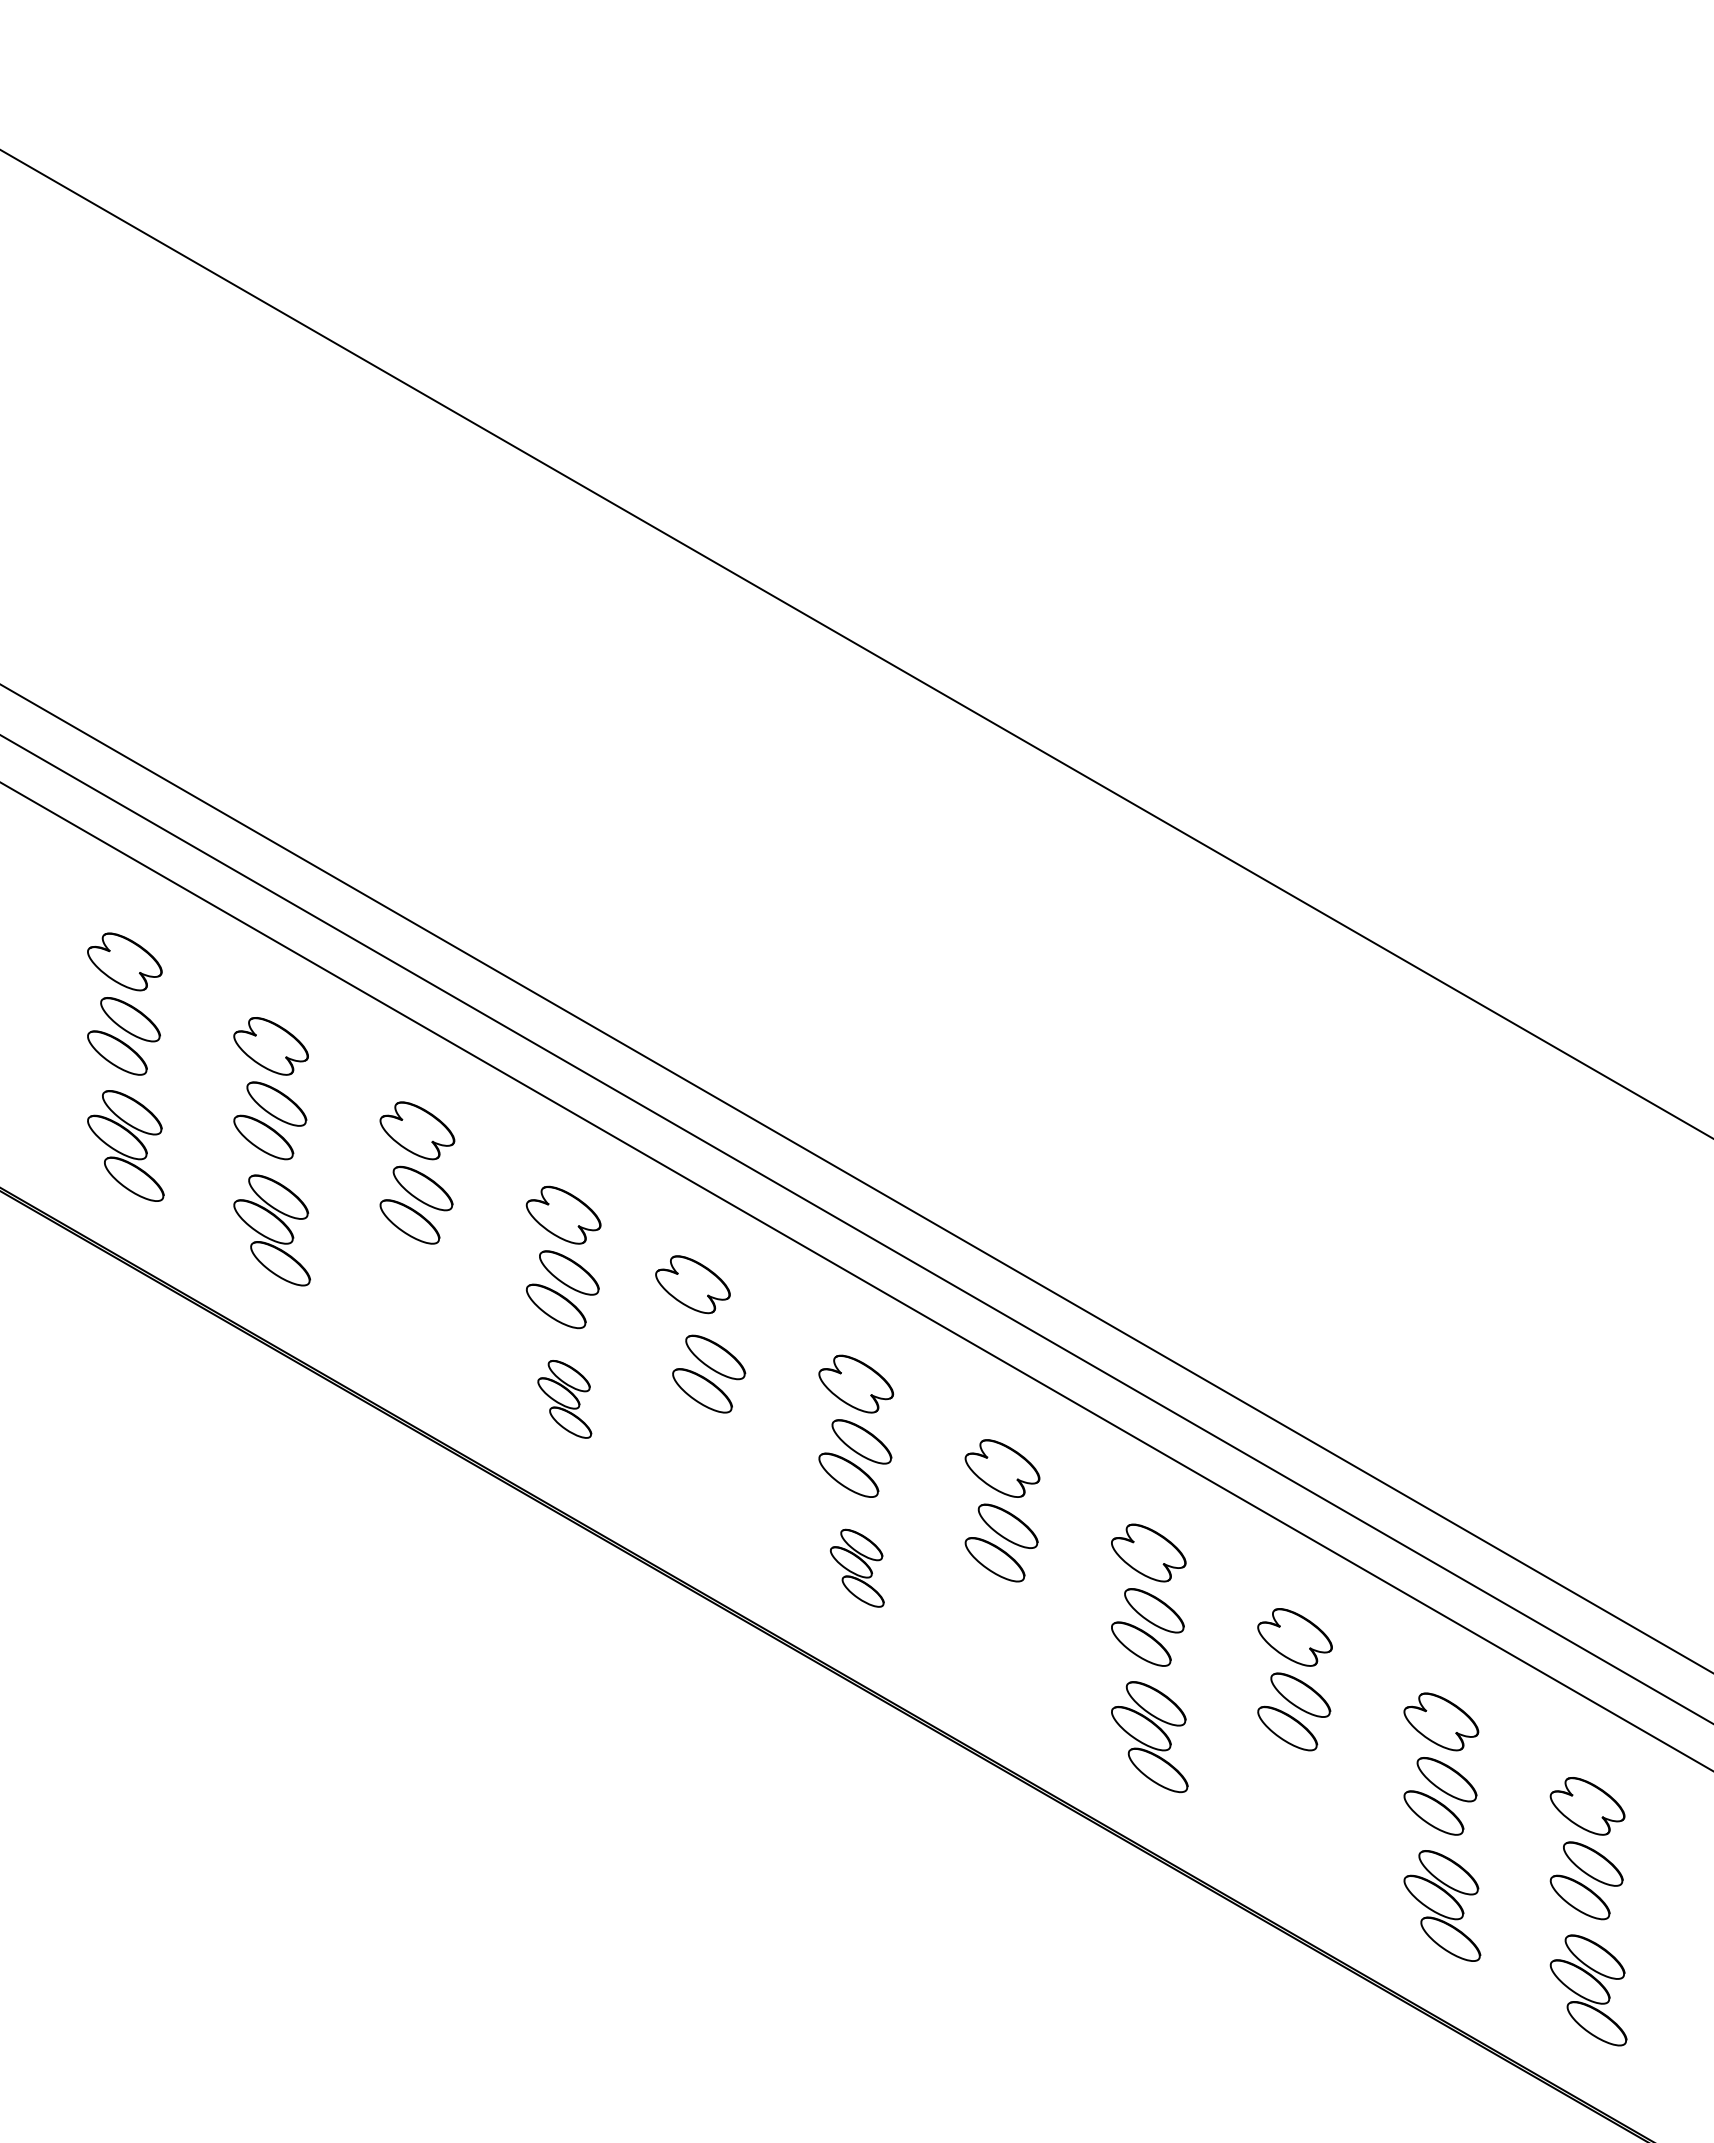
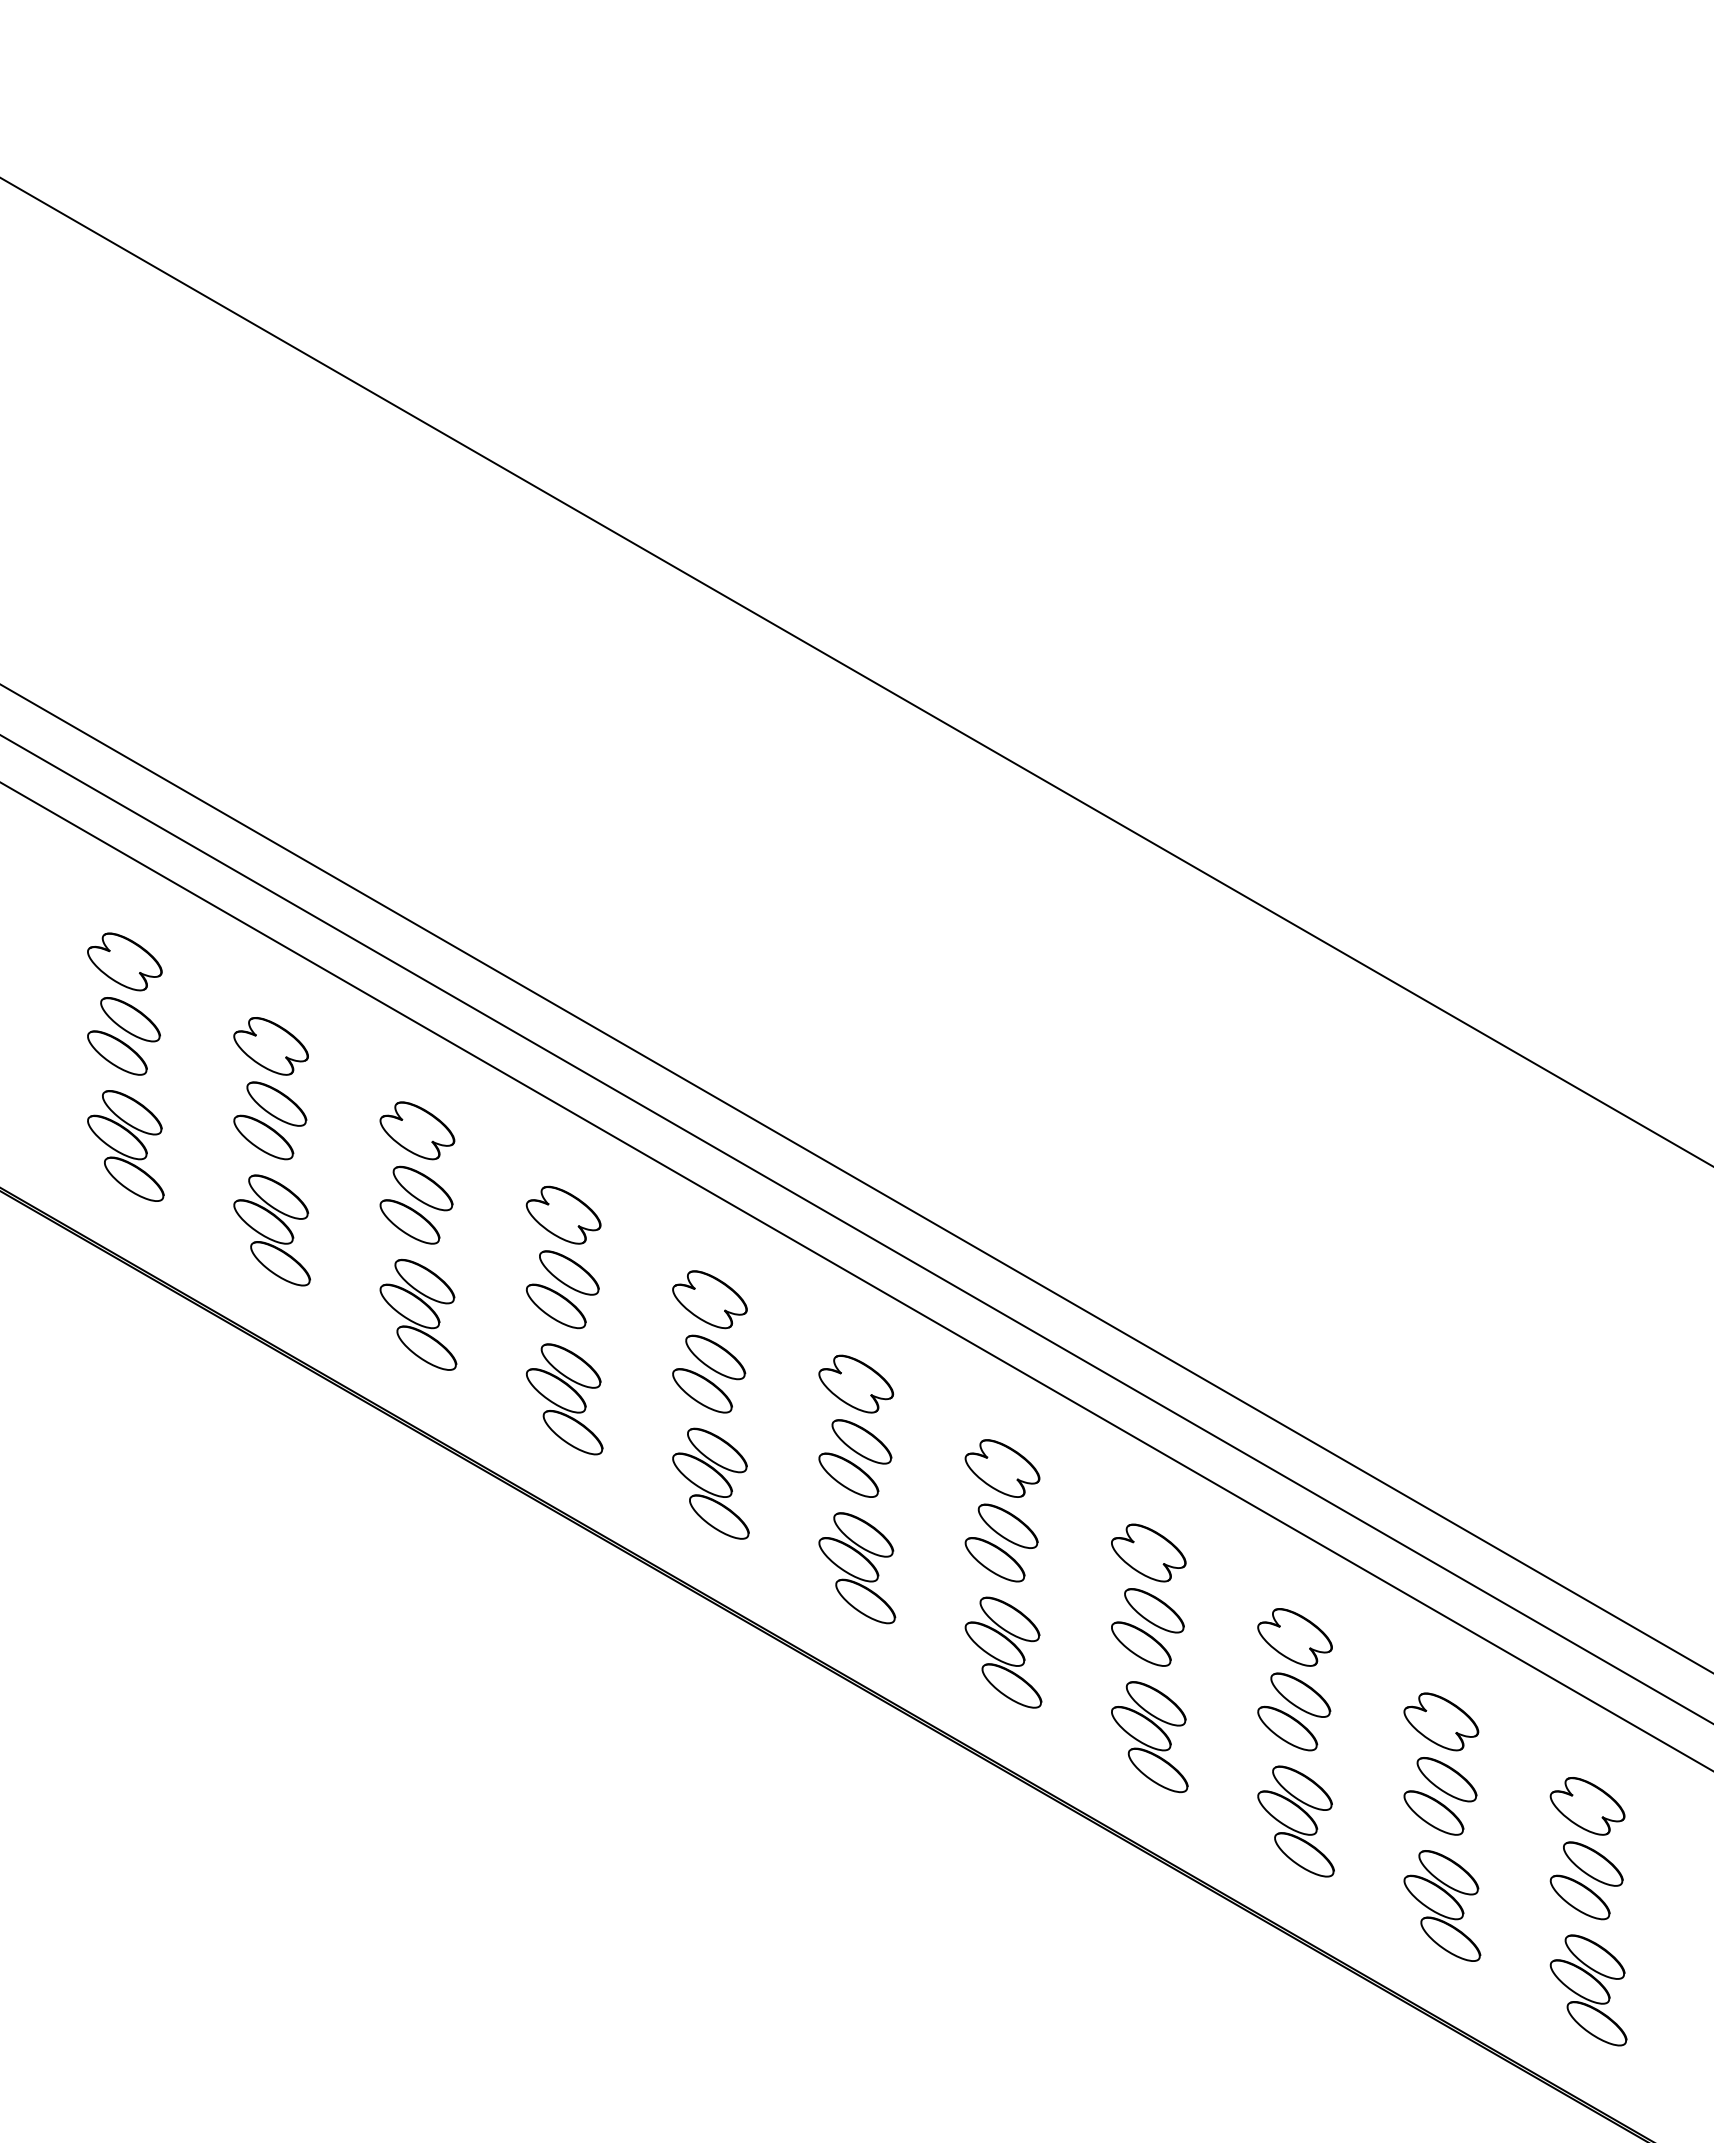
line at (856, 644) position: (856, 644) -> (856, 672)
part at (692, 1284) position: (692, 1284) -> (709, 1299)
part at (418, 1314): none -> present
part at (564, 1399) size: 56x79 px -> 78x113 px
part at (710, 1483): none -> present
part at (857, 1567) size: 55x80 px -> 79x113 px
part at (1003, 1652): none -> present
part at (1295, 1821): none -> present
